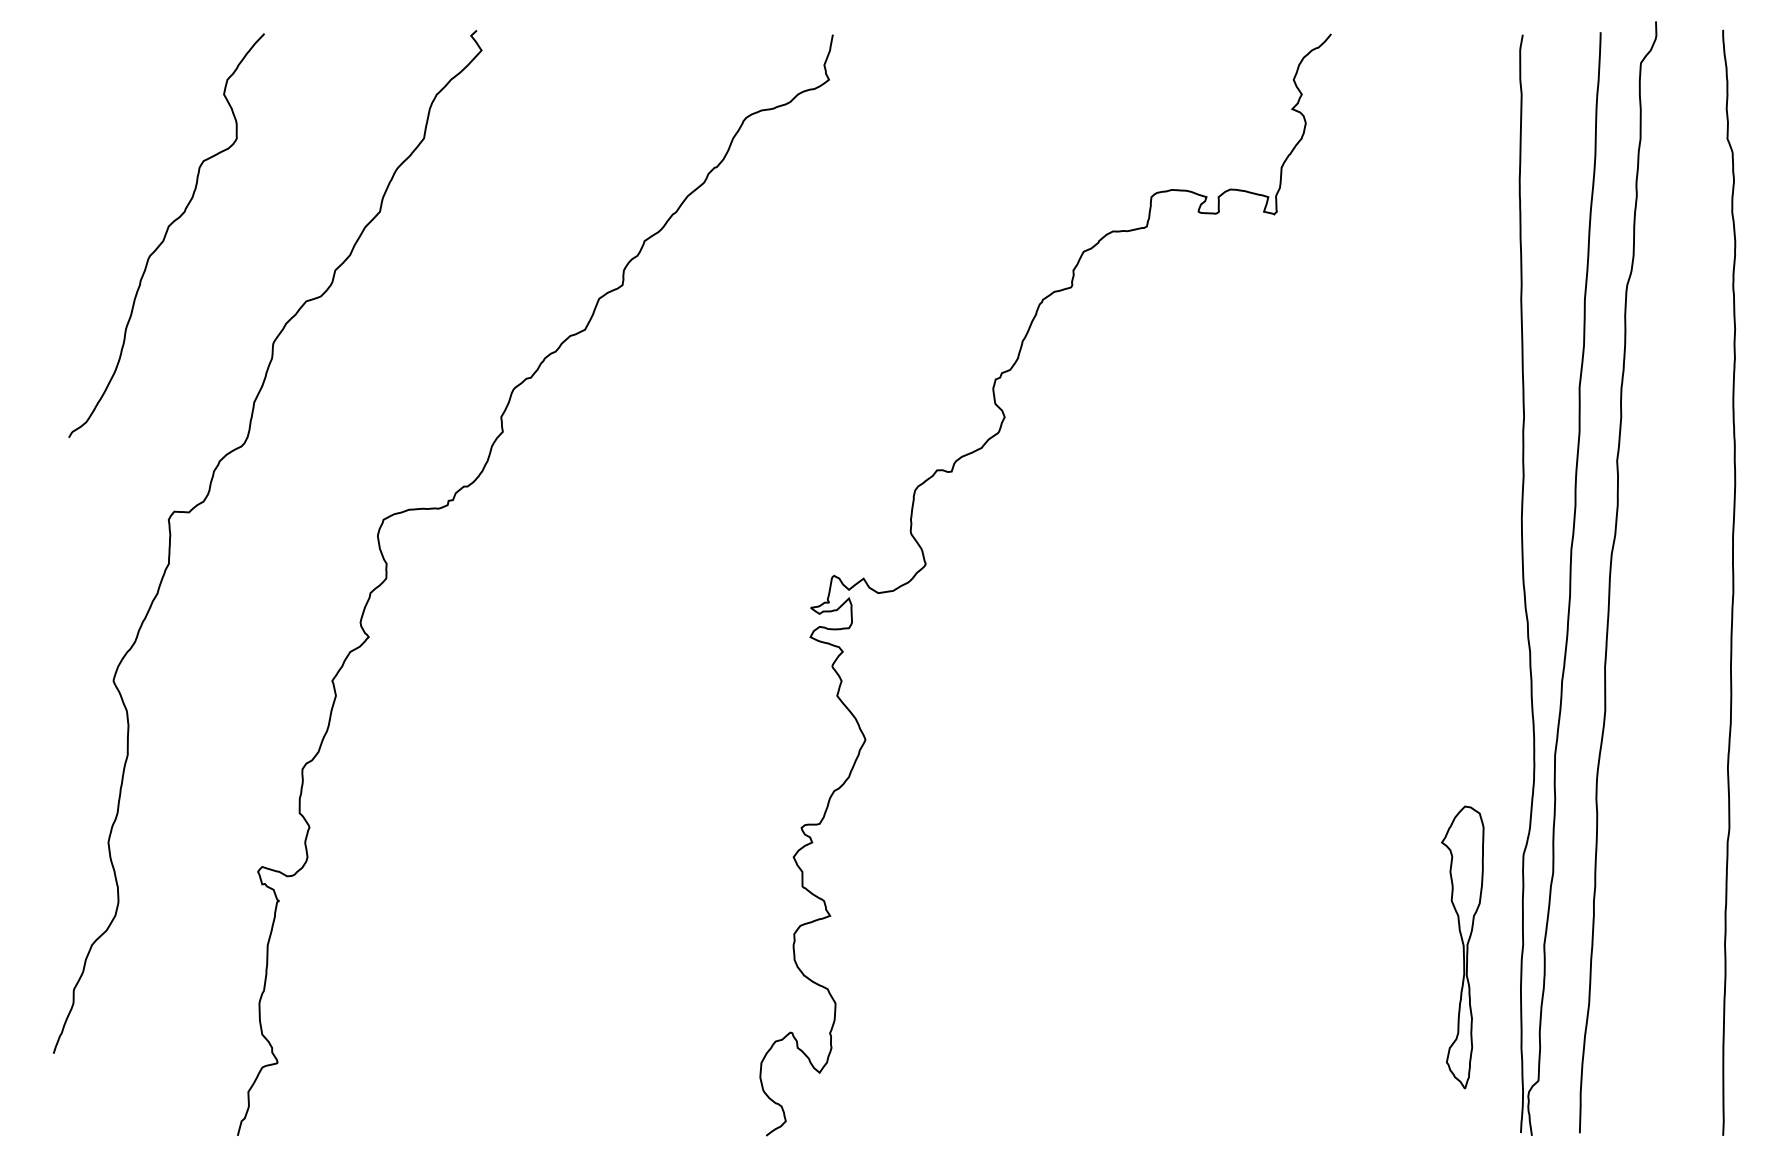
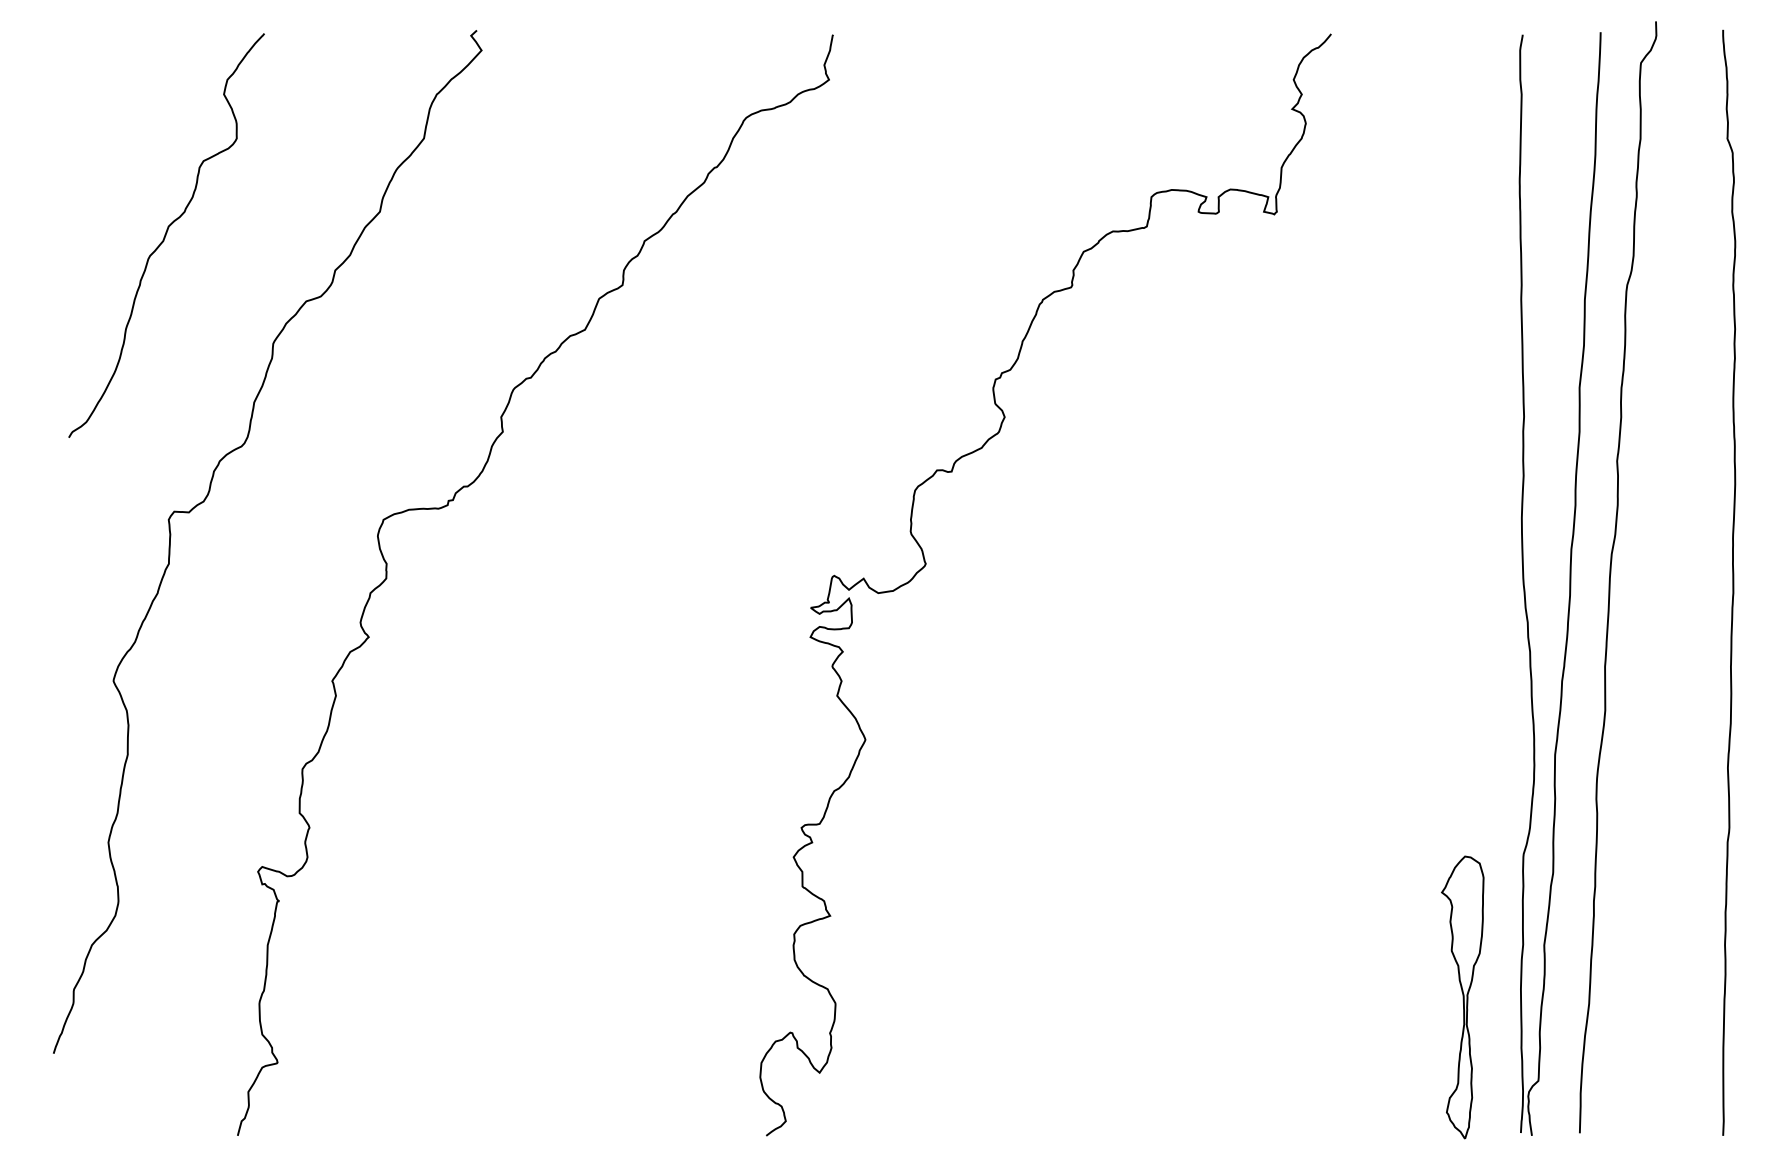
part at (1462, 947) position: (1462, 947) -> (1462, 997)
